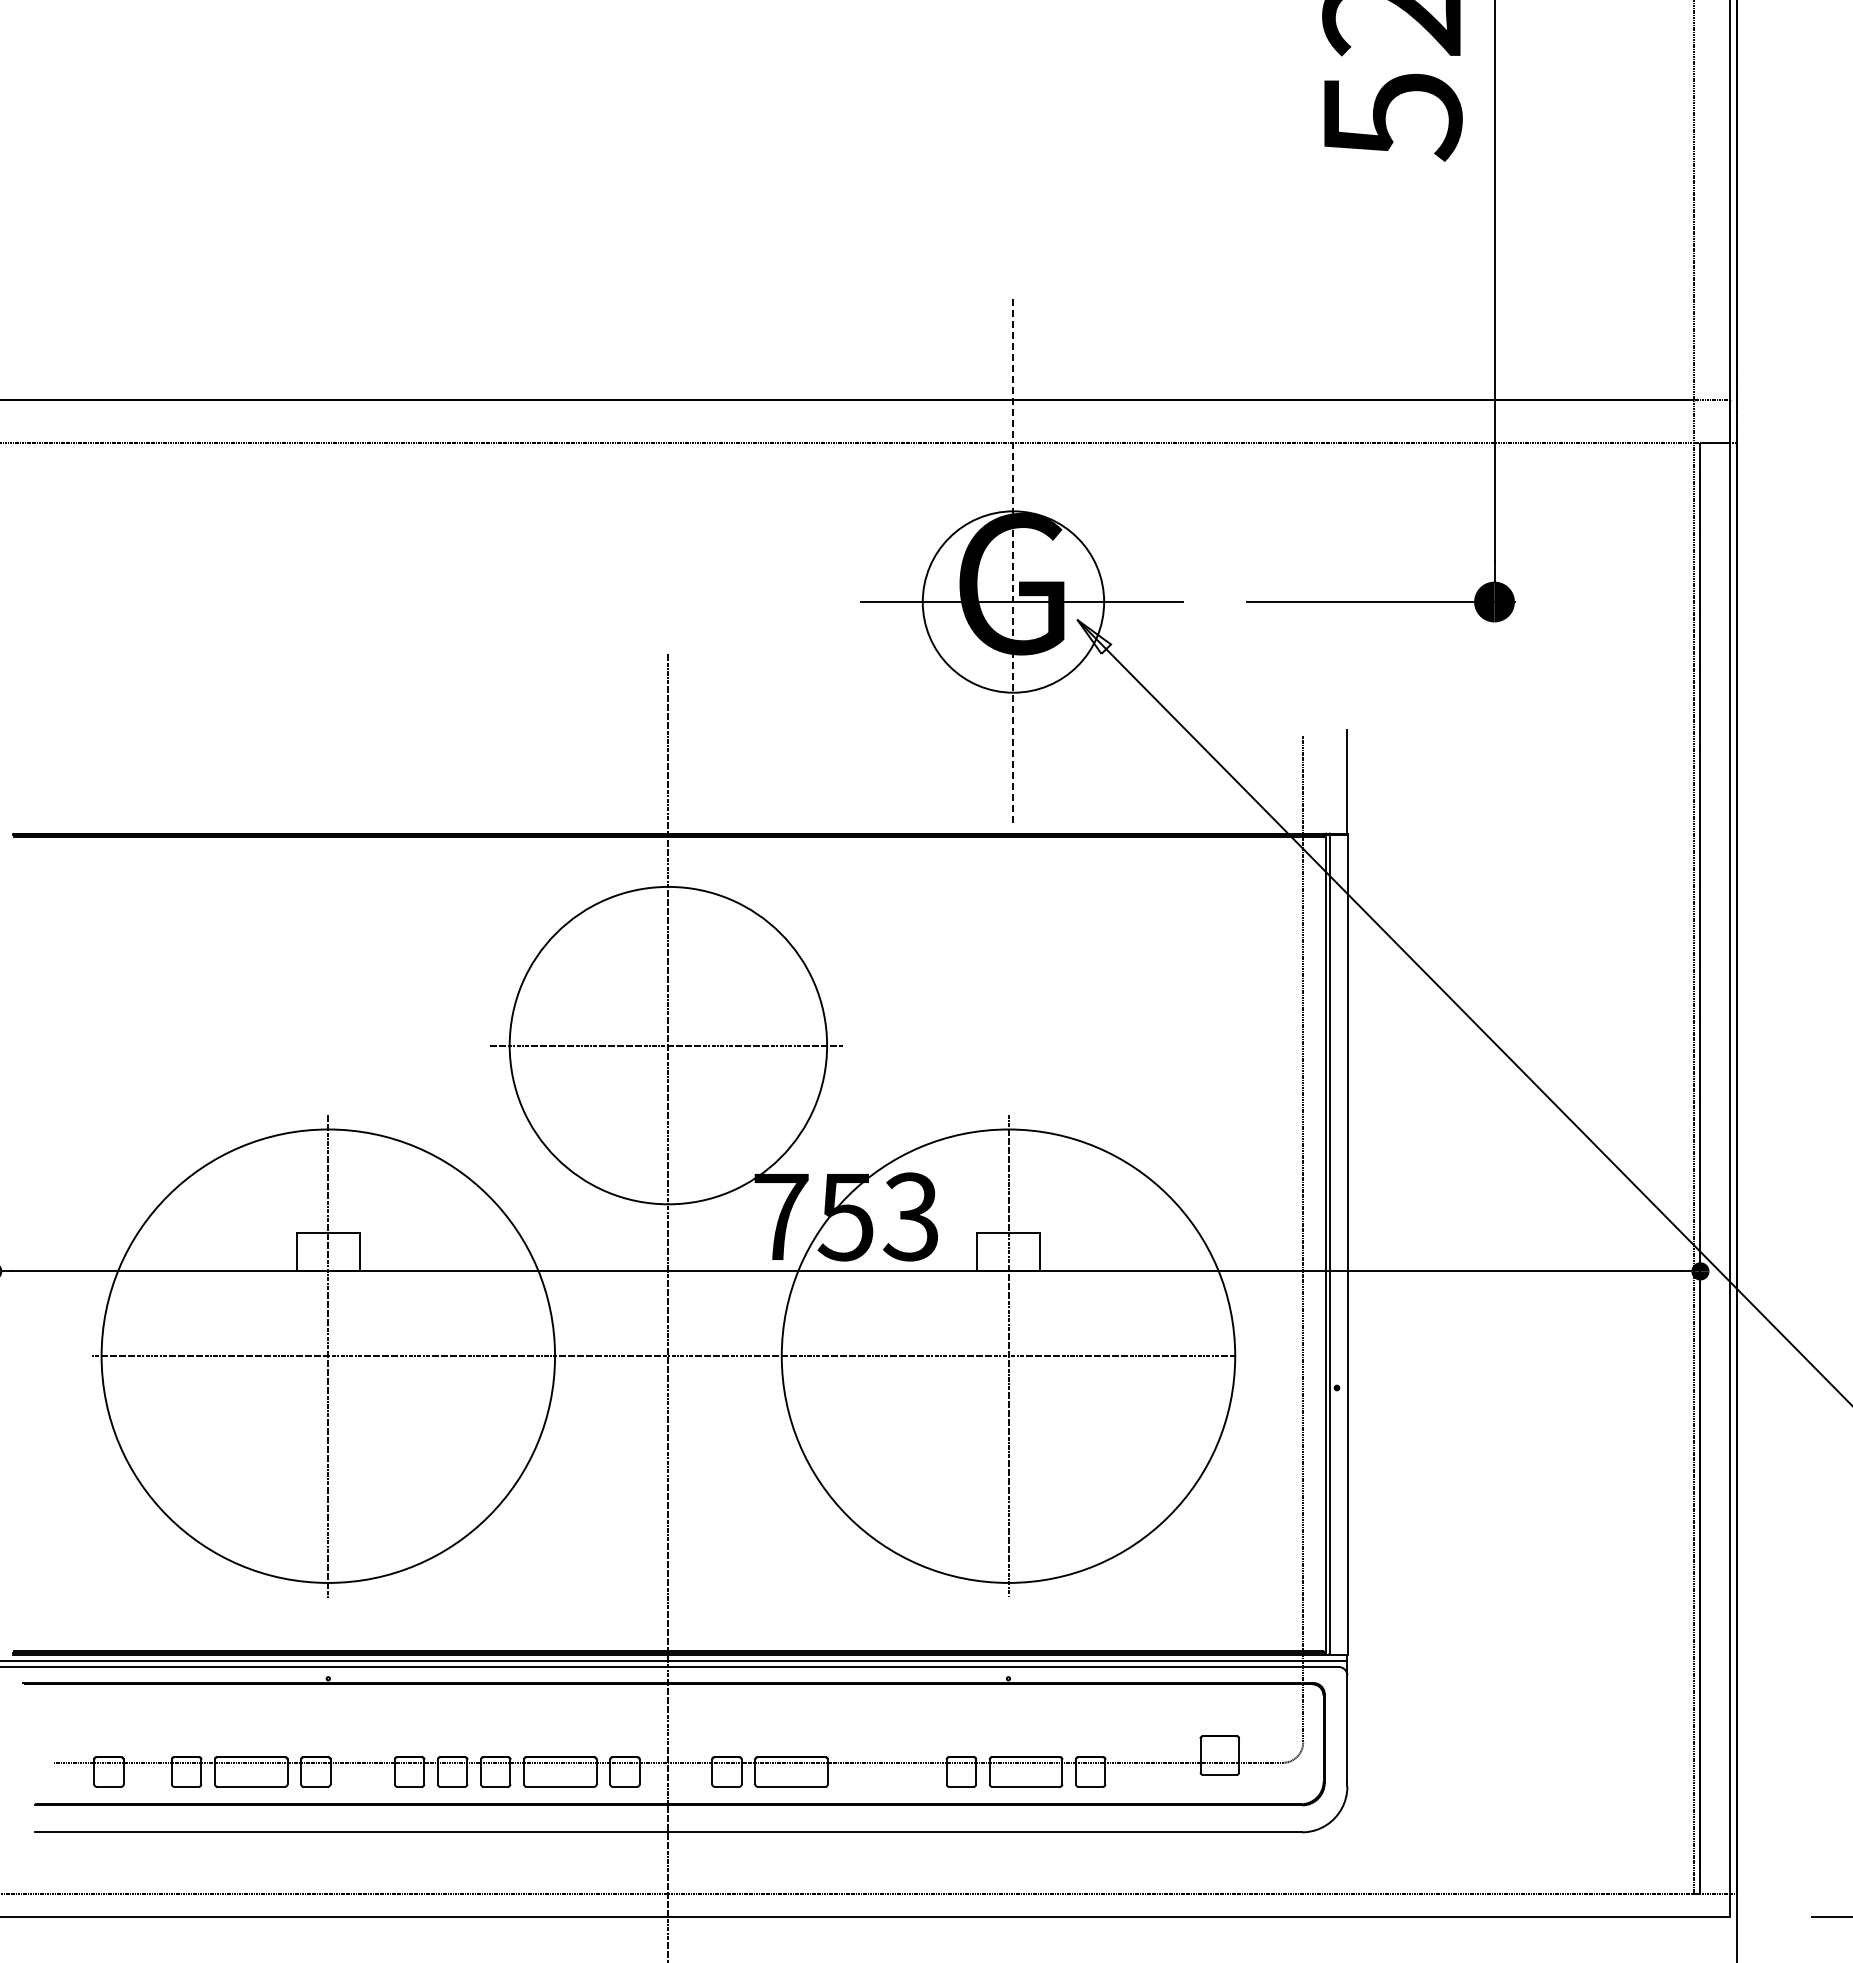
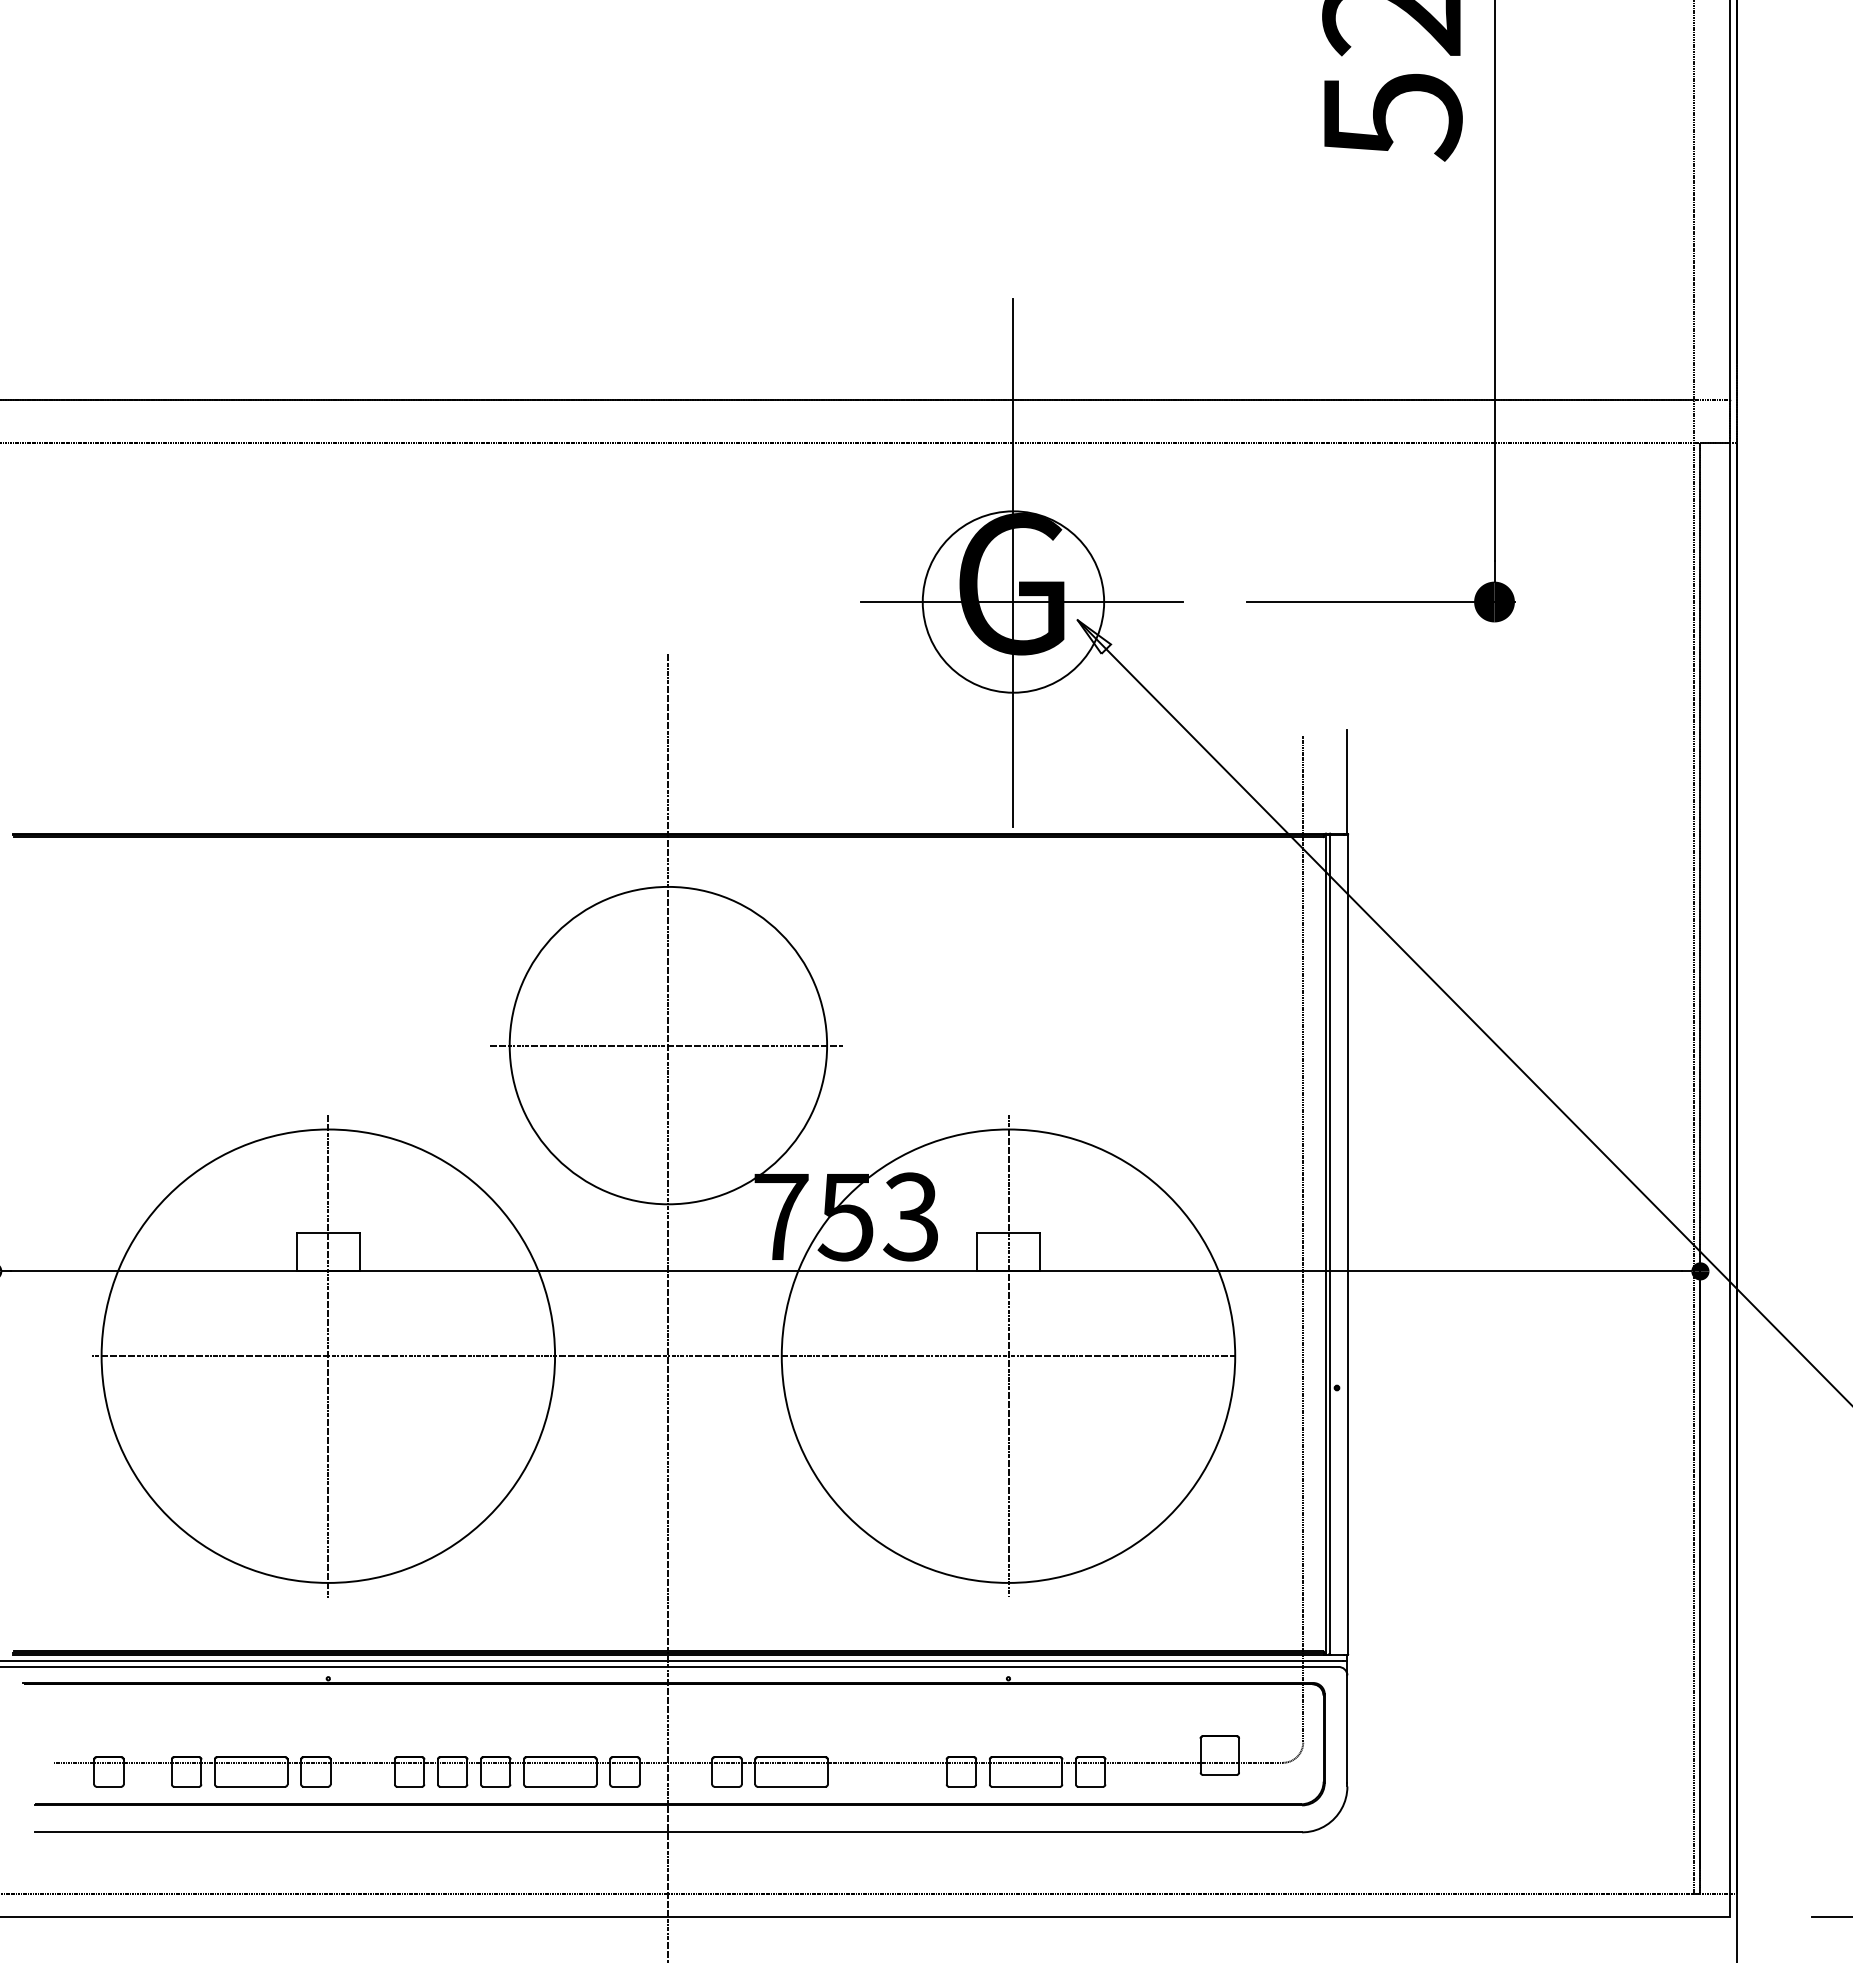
line at (1013, 563): dashed -> solid
